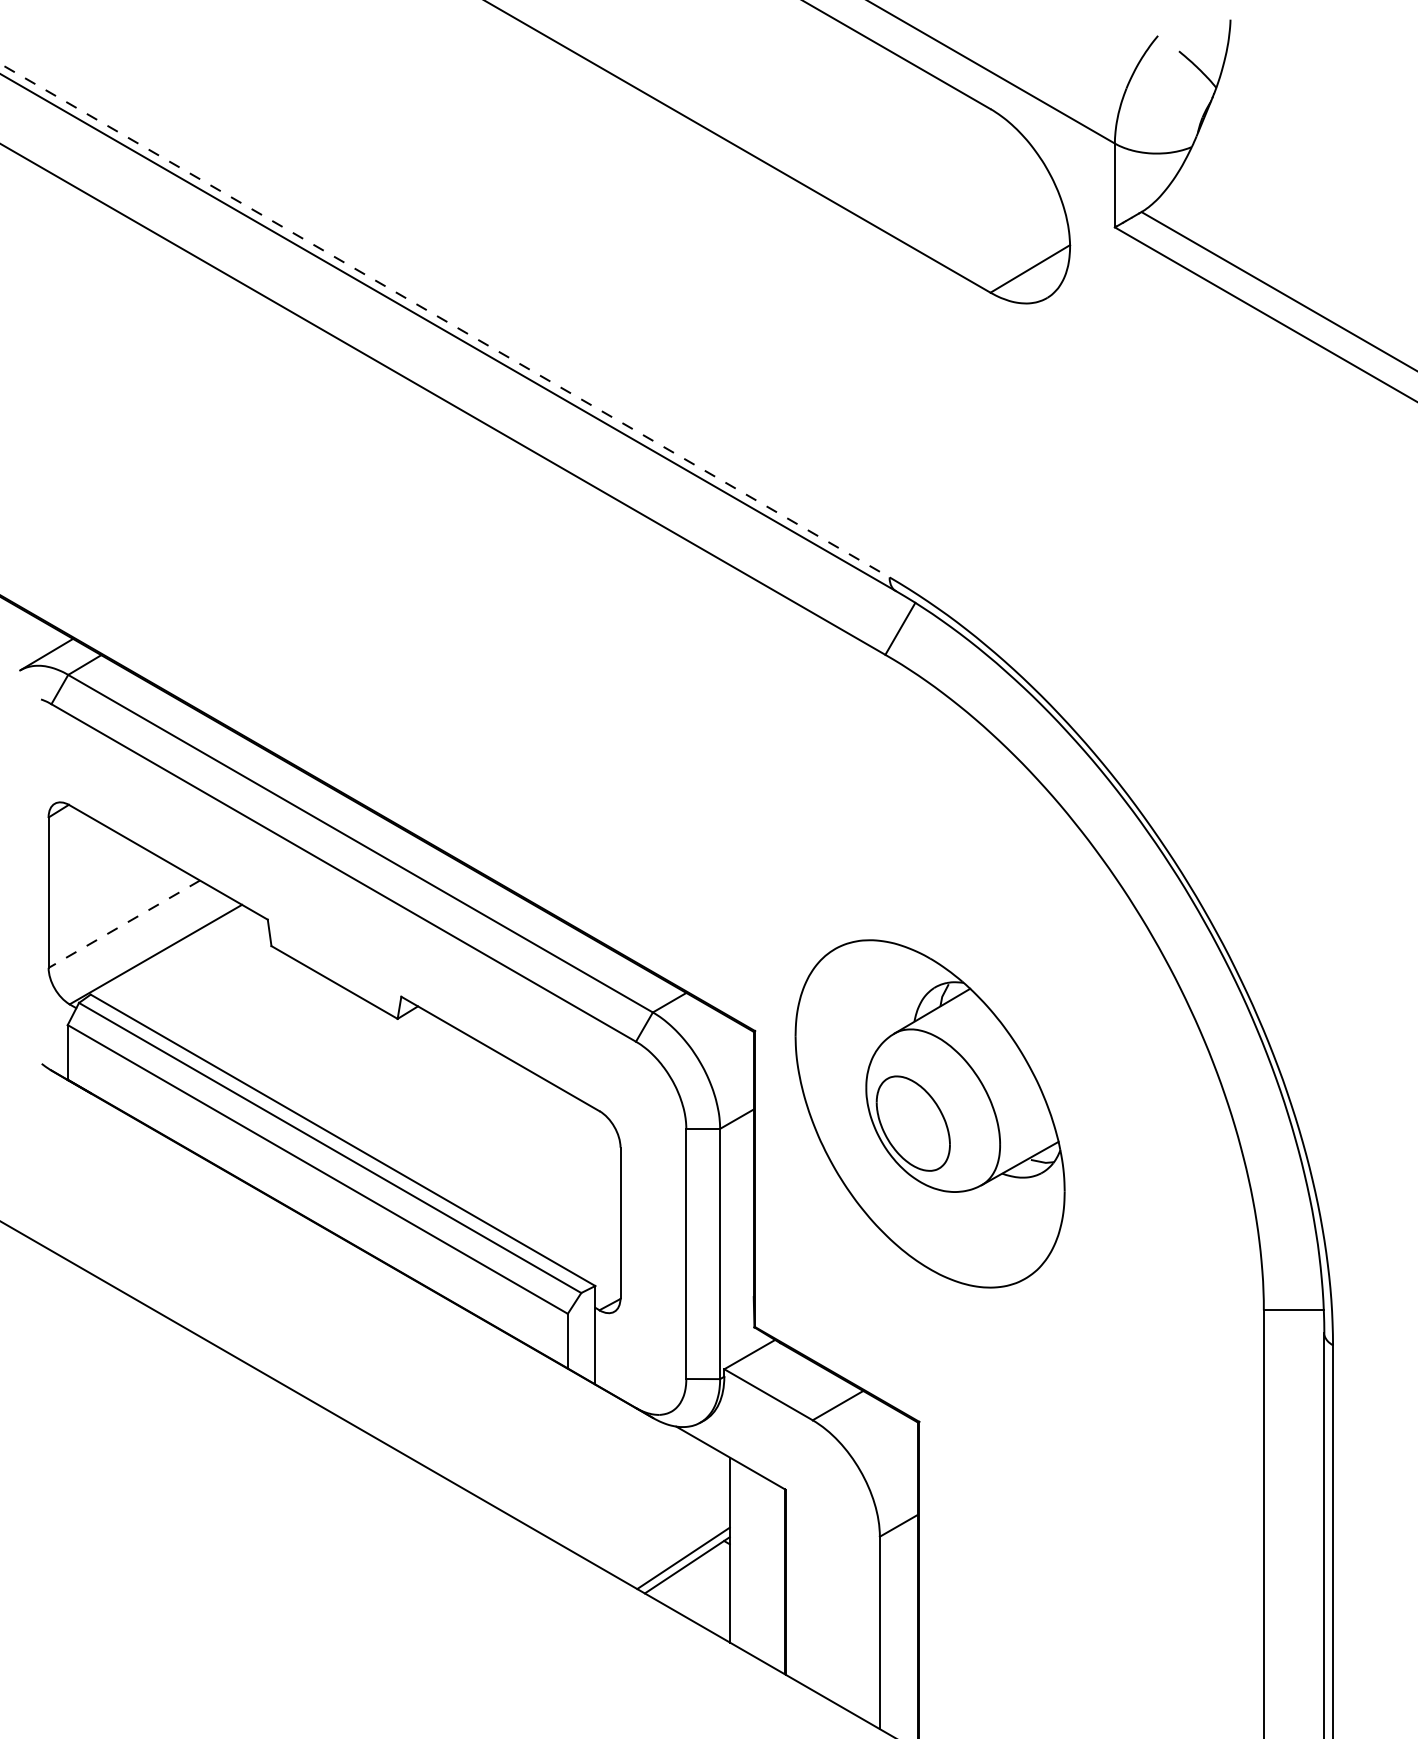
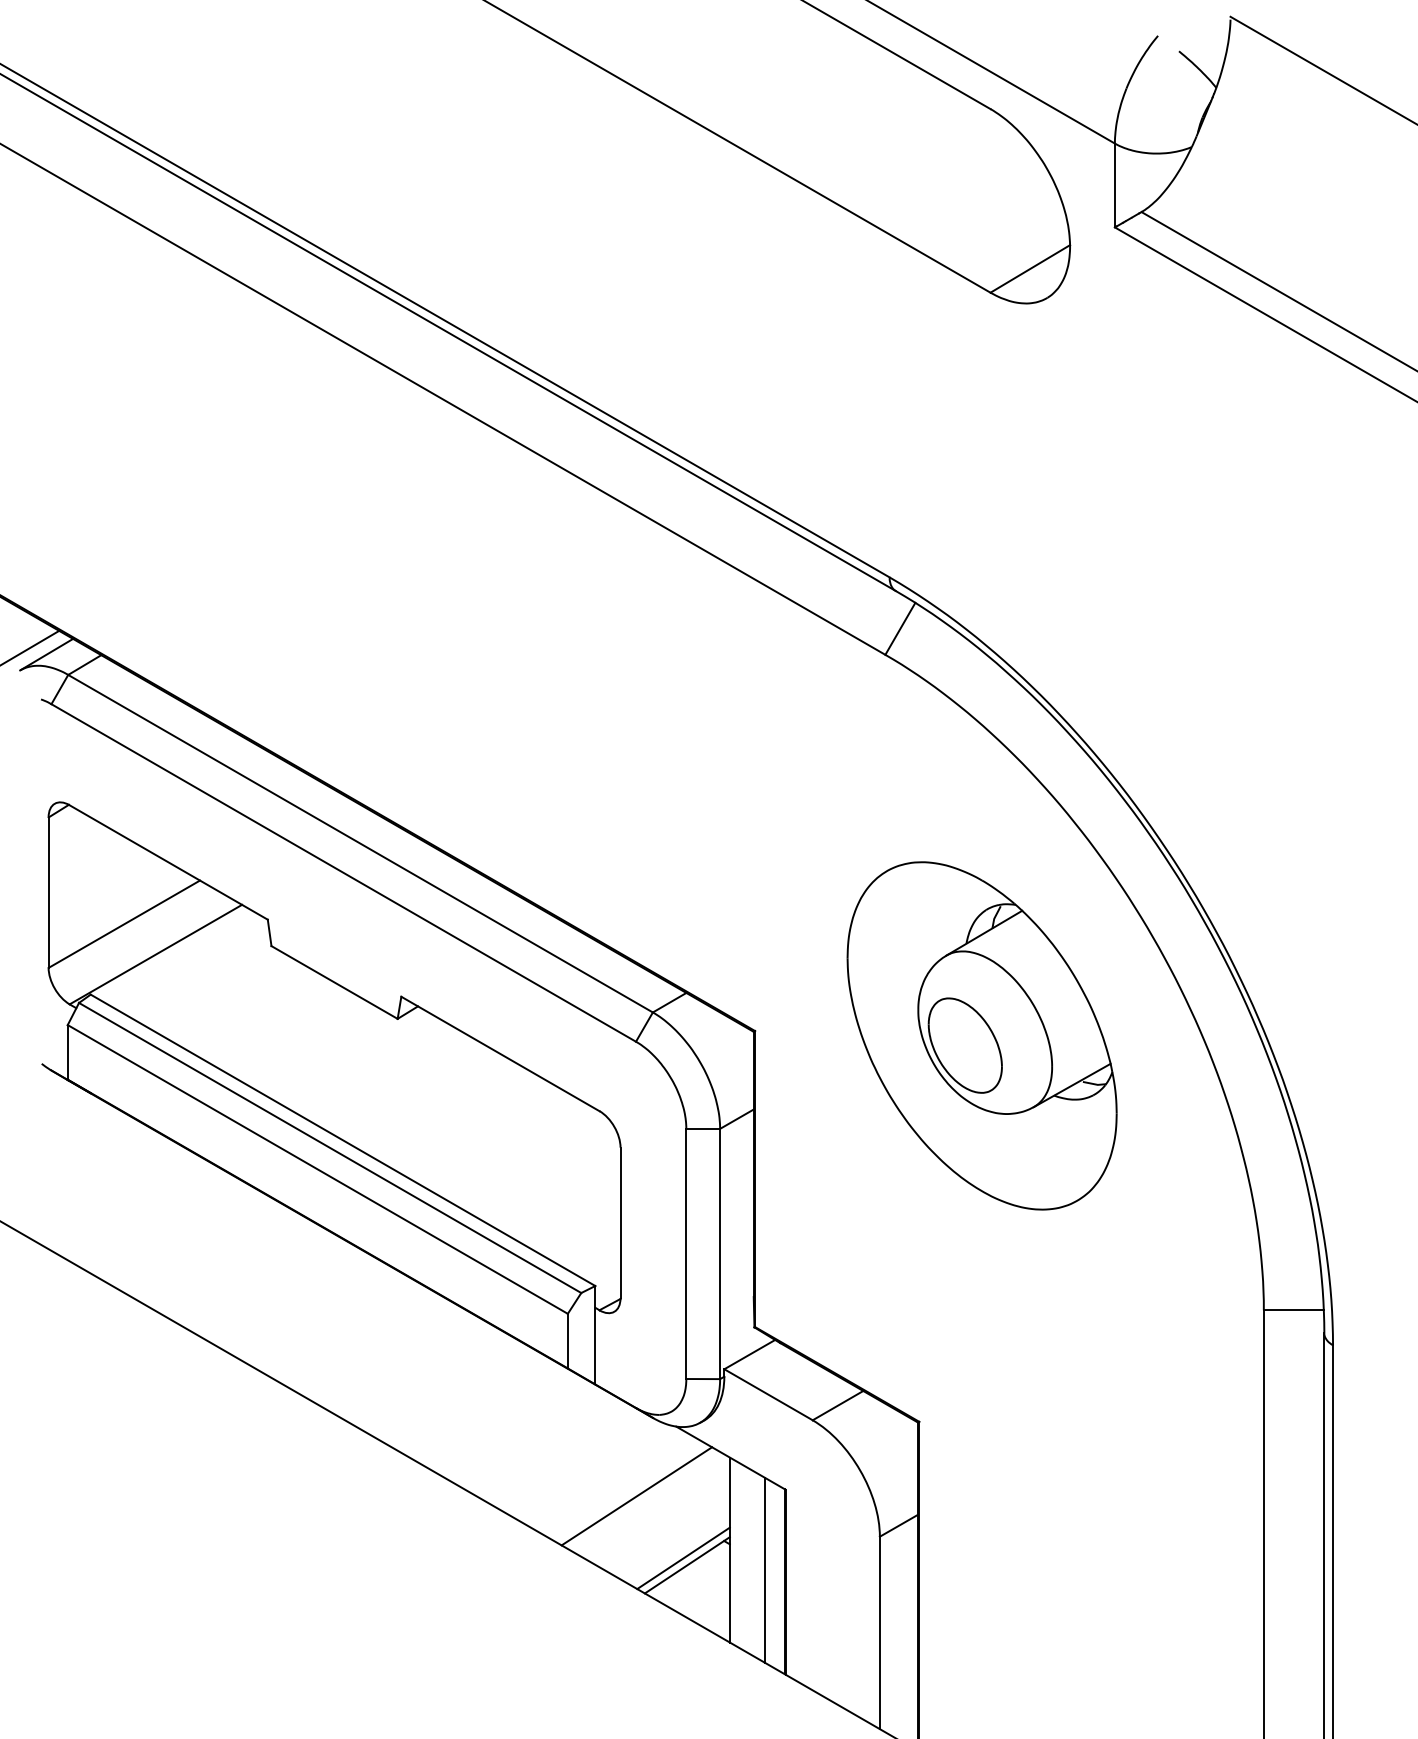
line at (1322, 69): none -> present
line at (445, 320): dashed -> solid
line at (30, 647): none -> present
line at (123, 924): dashed -> solid
part at (929, 1113) position: (929, 1113) -> (981, 1035)
line at (636, 1496): none -> present
line at (764, 1569): none -> present
